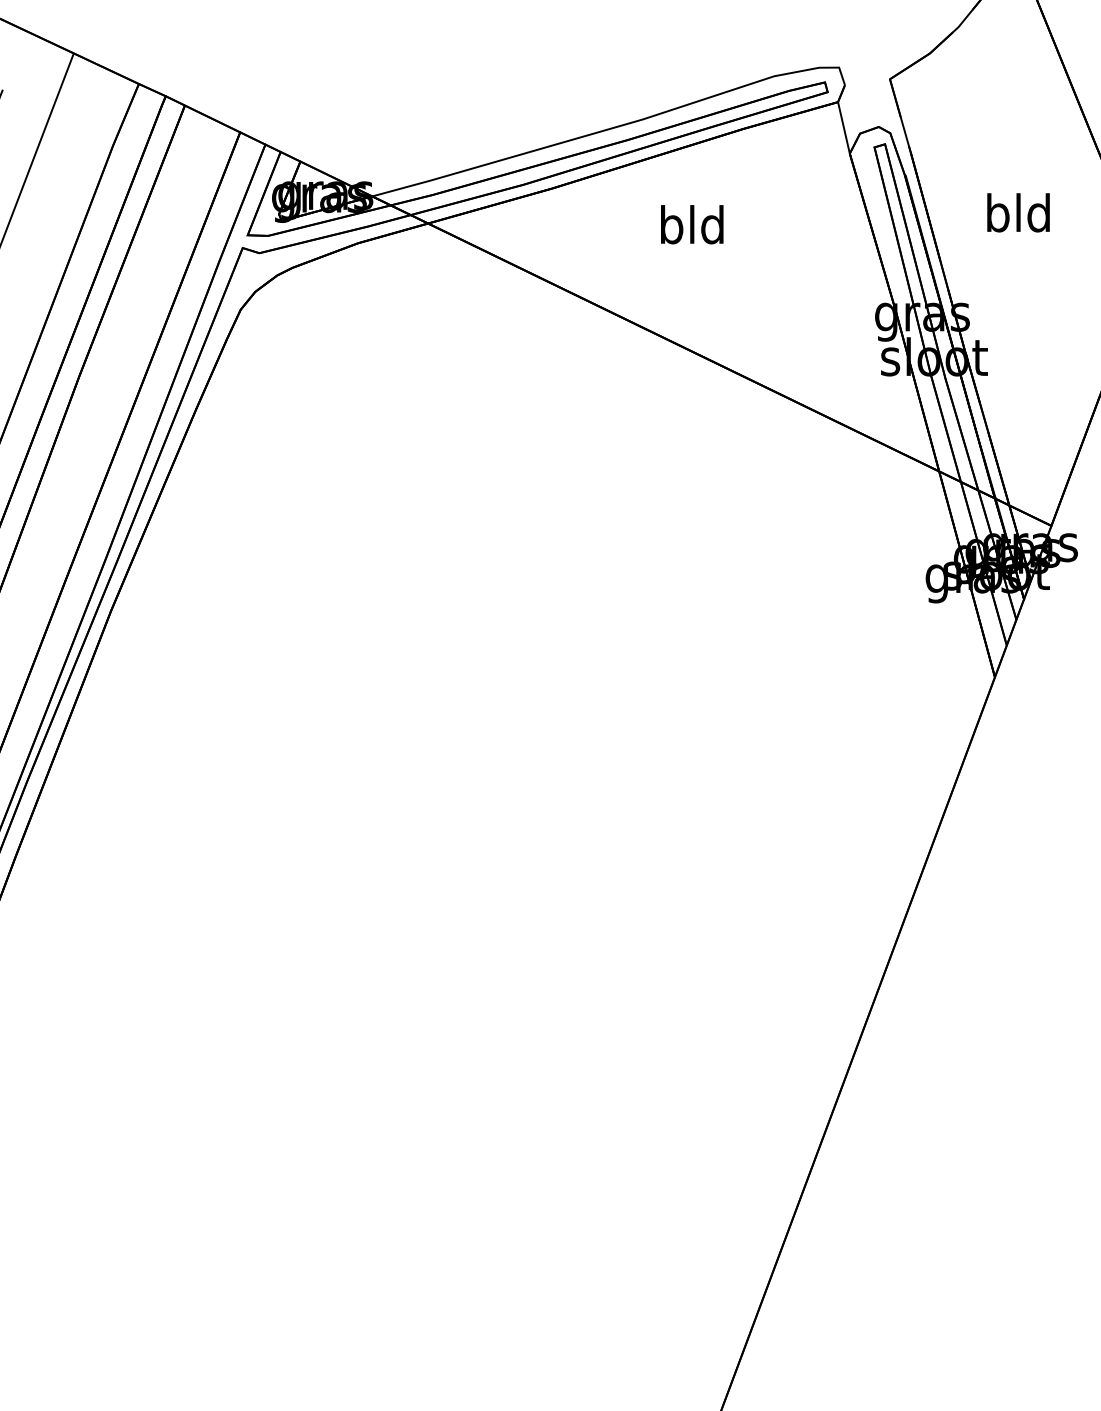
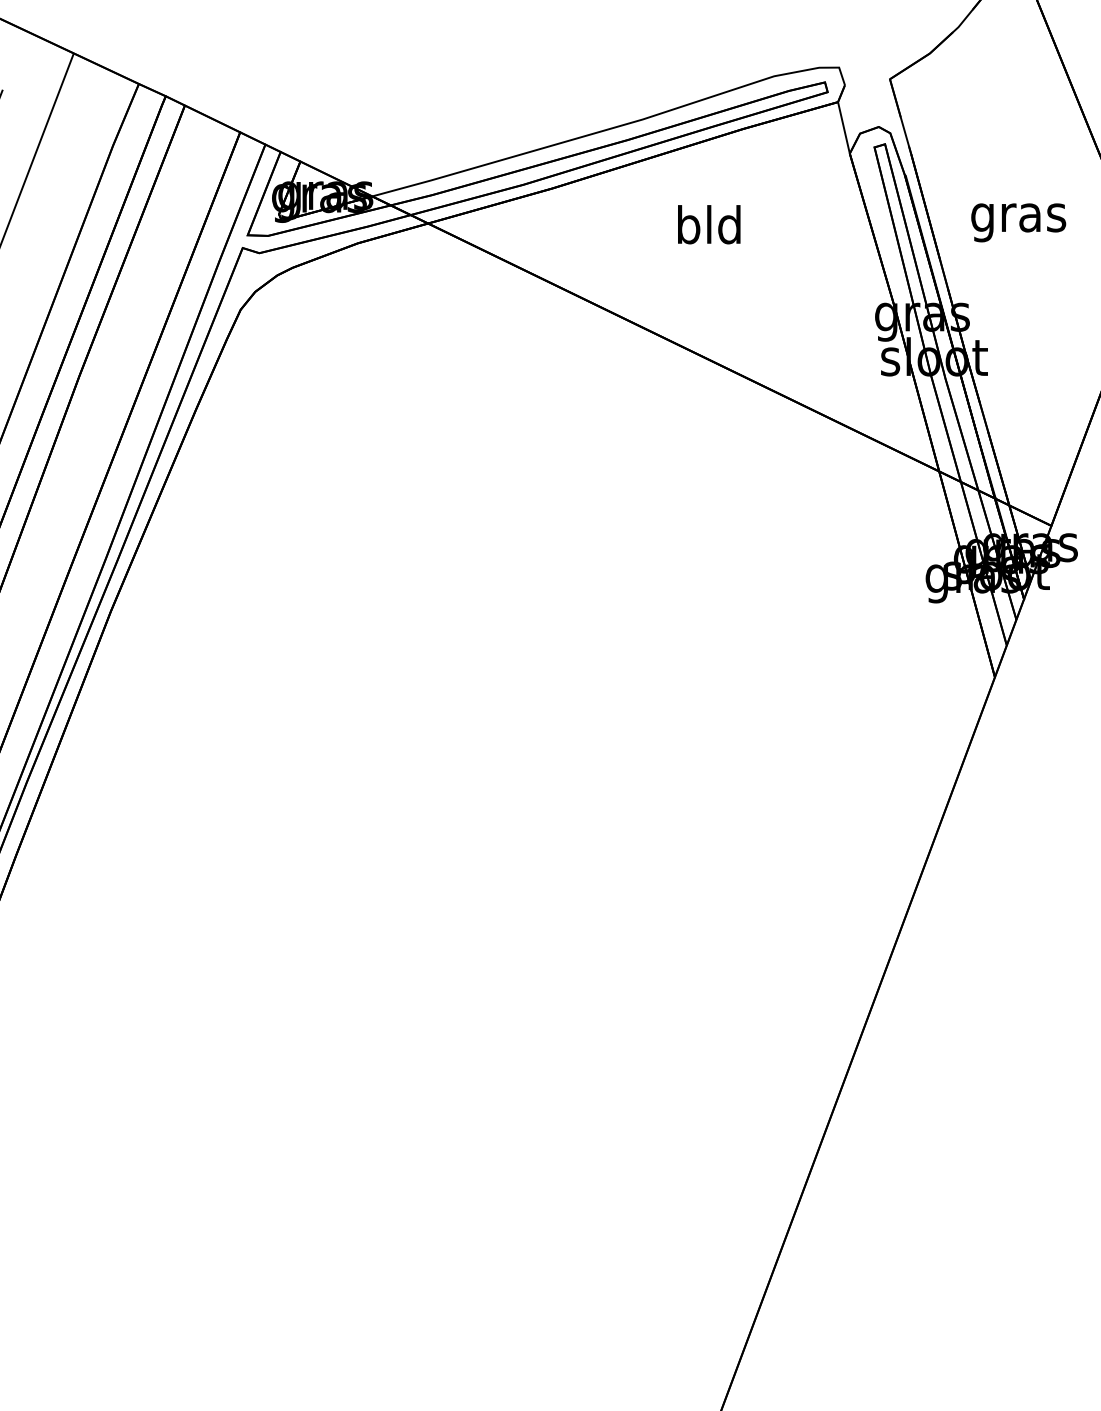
text at (1018, 217): bld -> gras
text at (692, 224) position: (692, 224) -> (709, 224)
